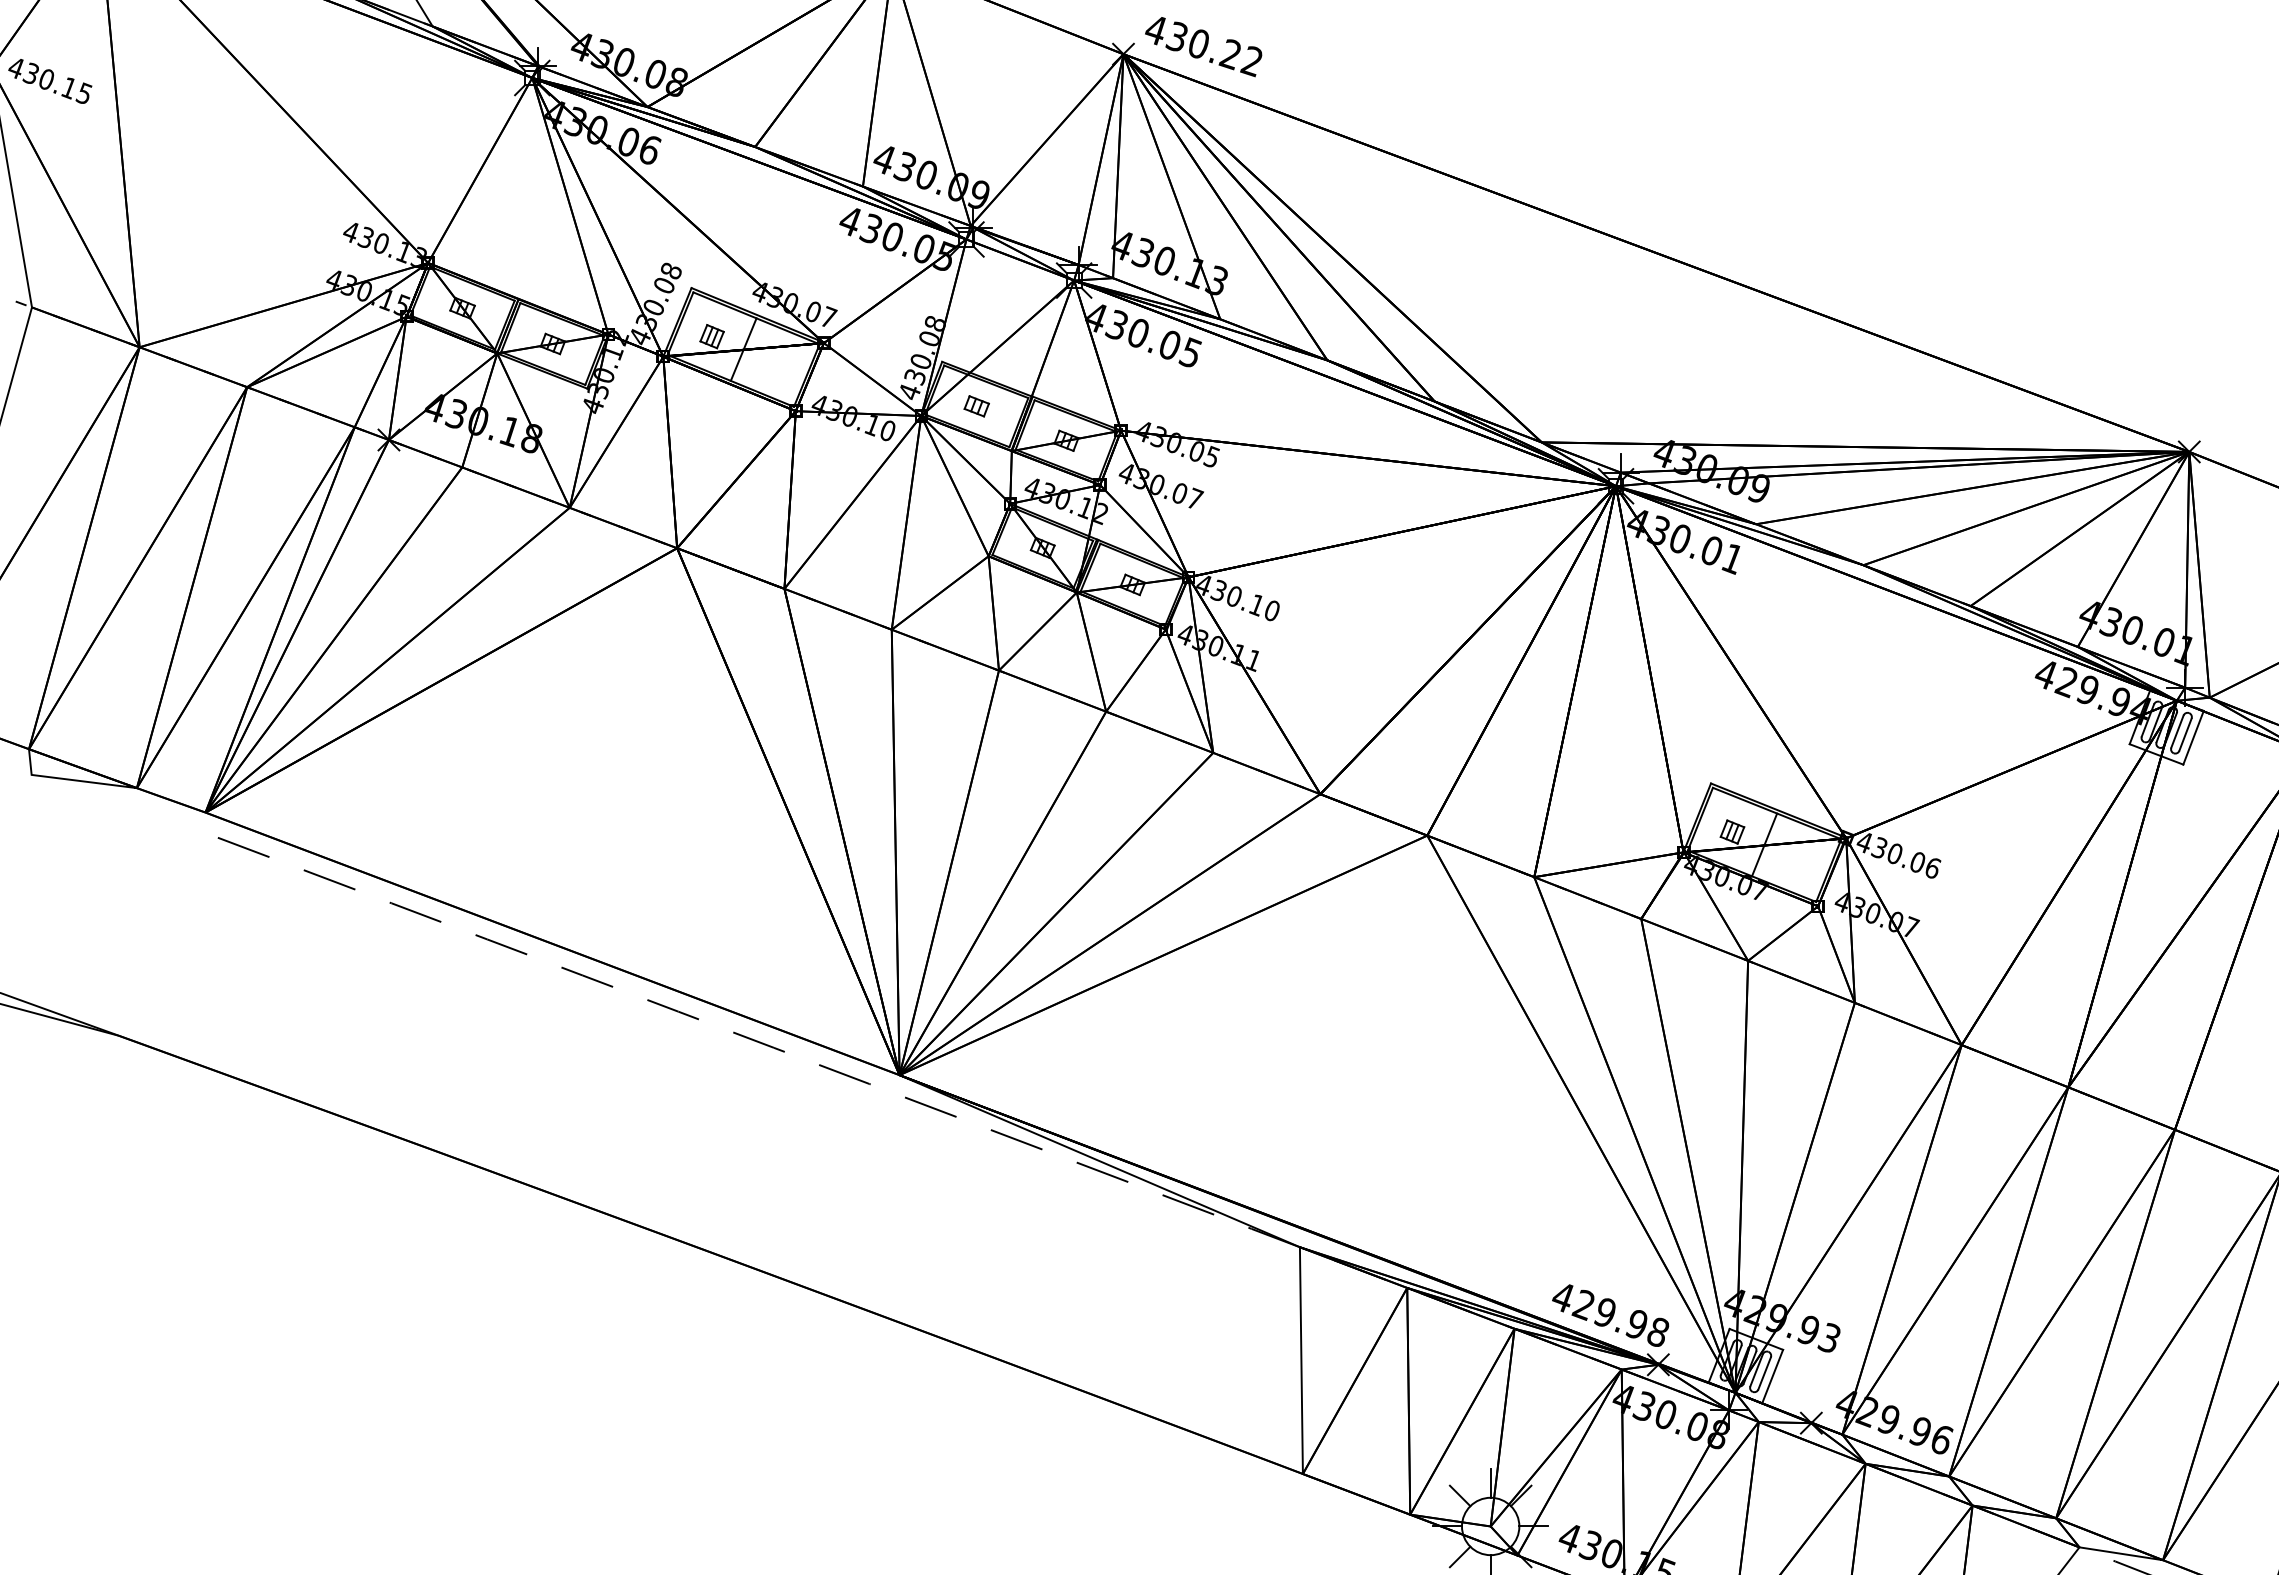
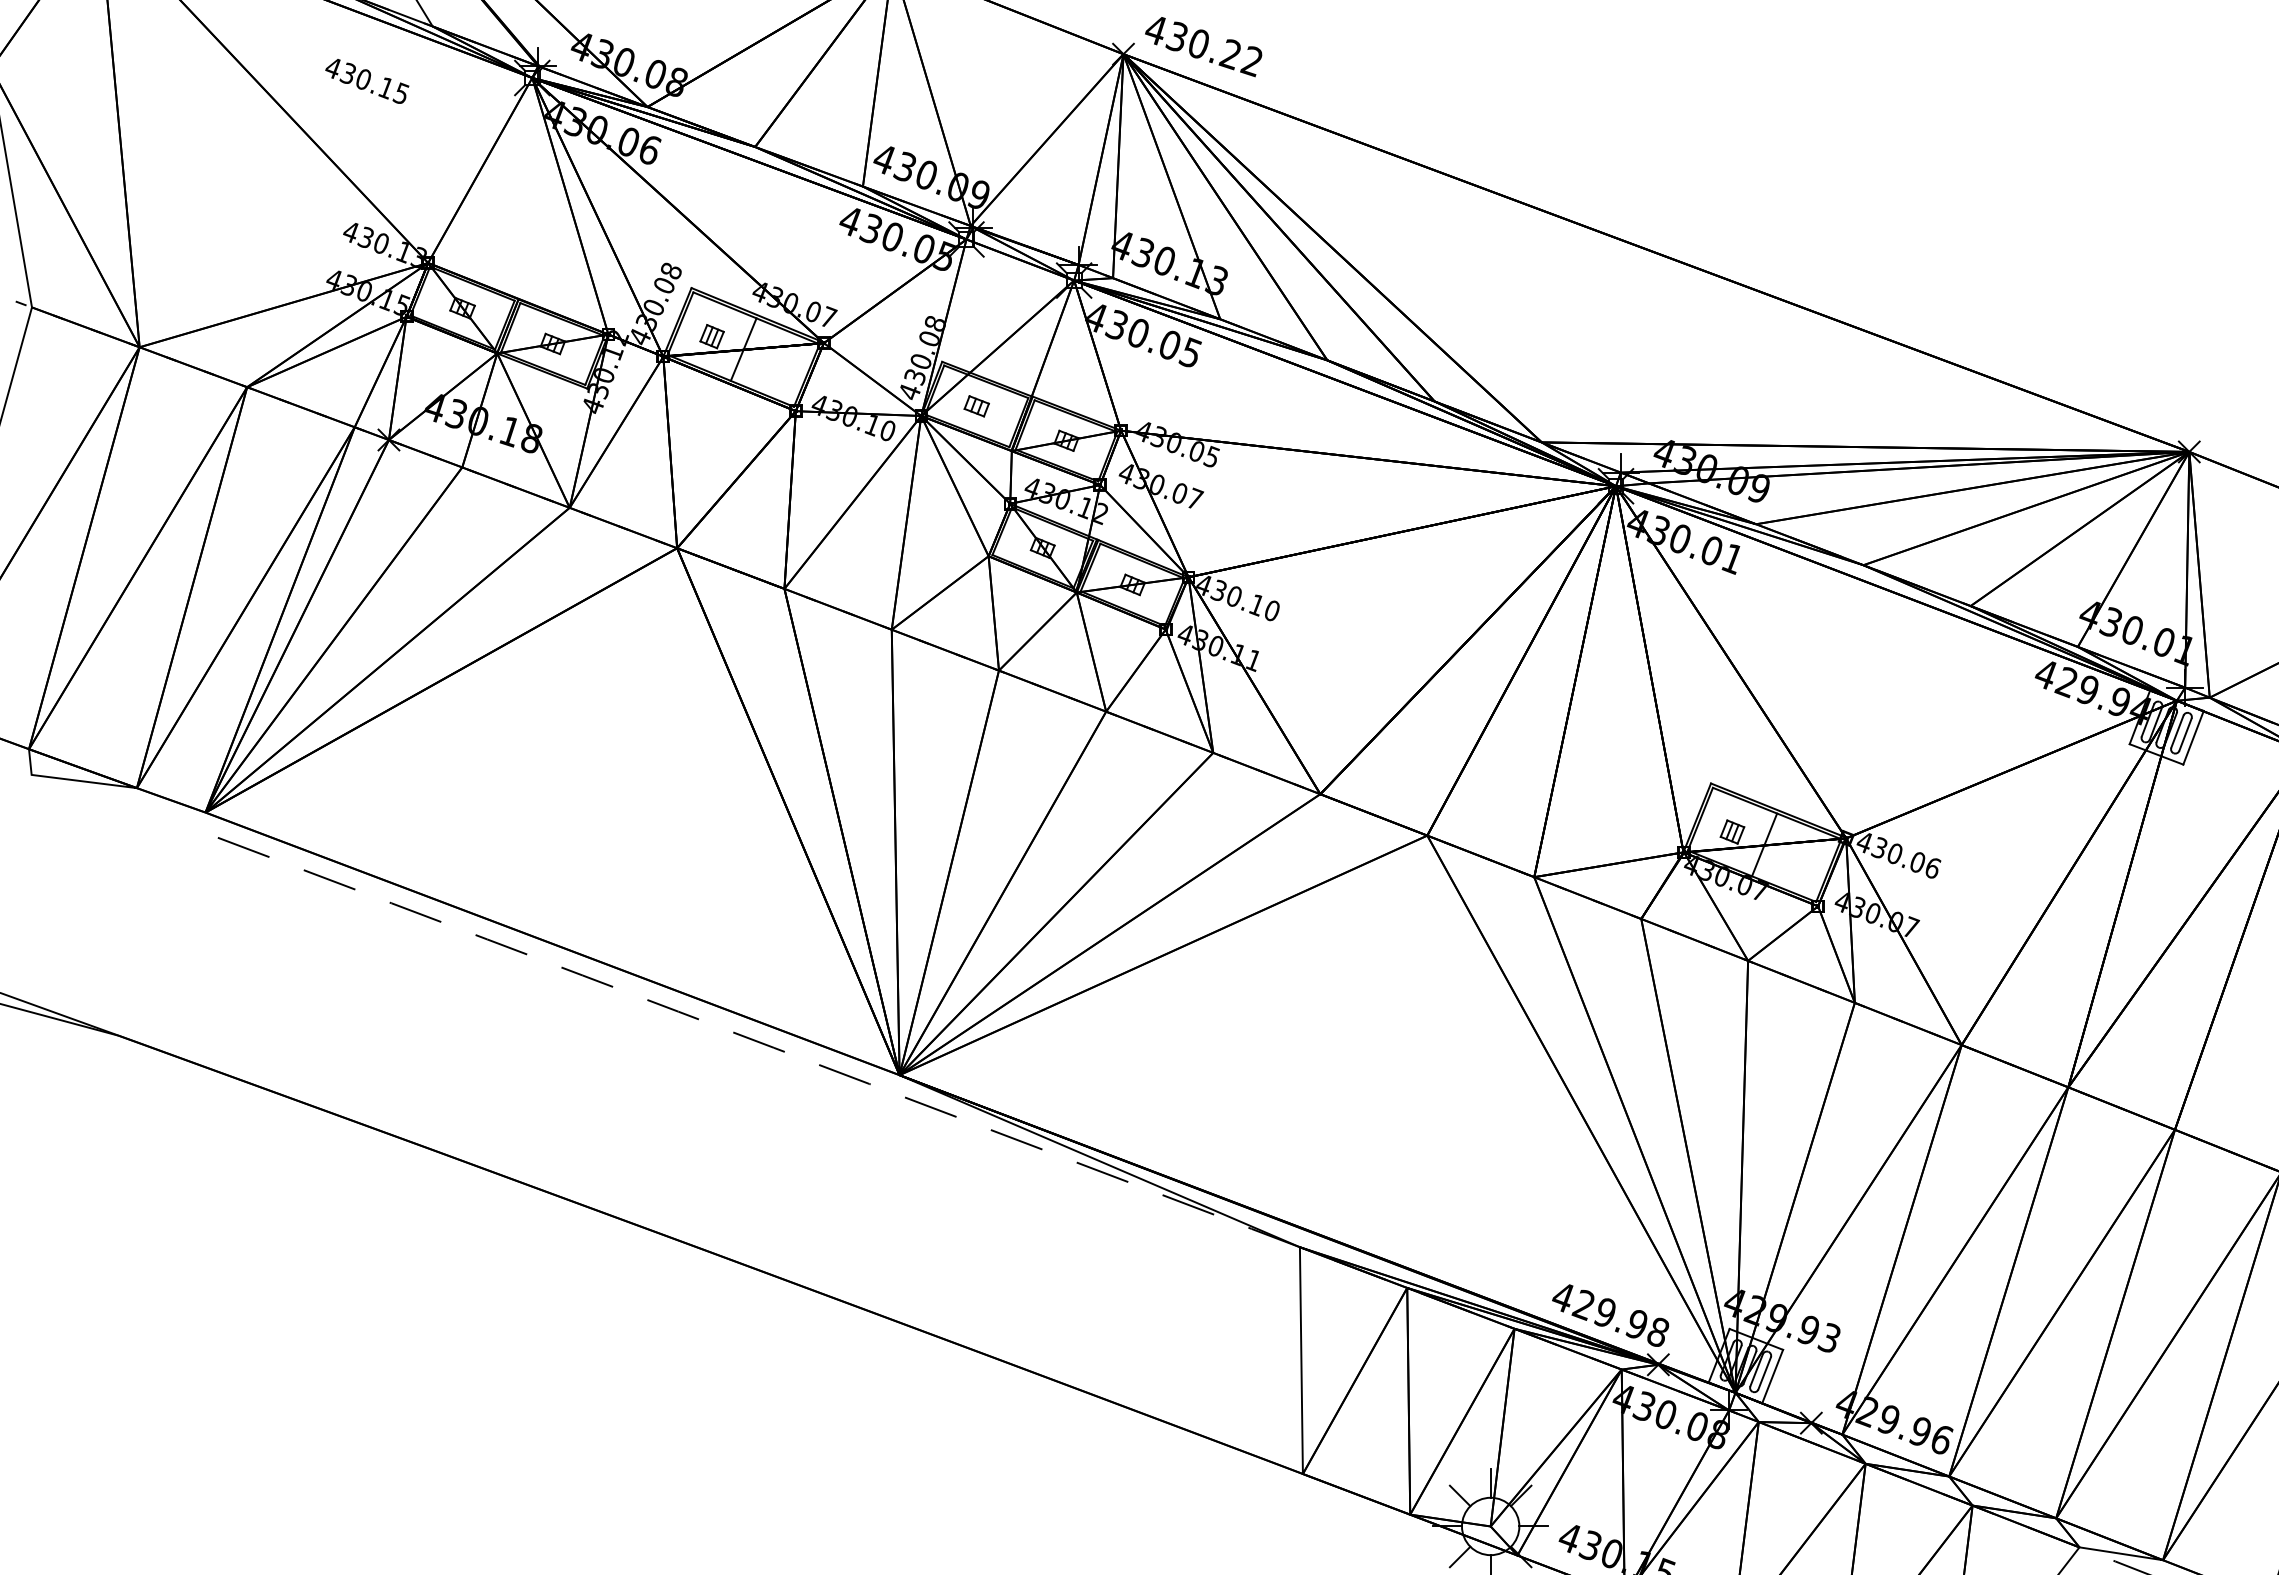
text at (50, 81) position: (50, 81) -> (367, 81)
